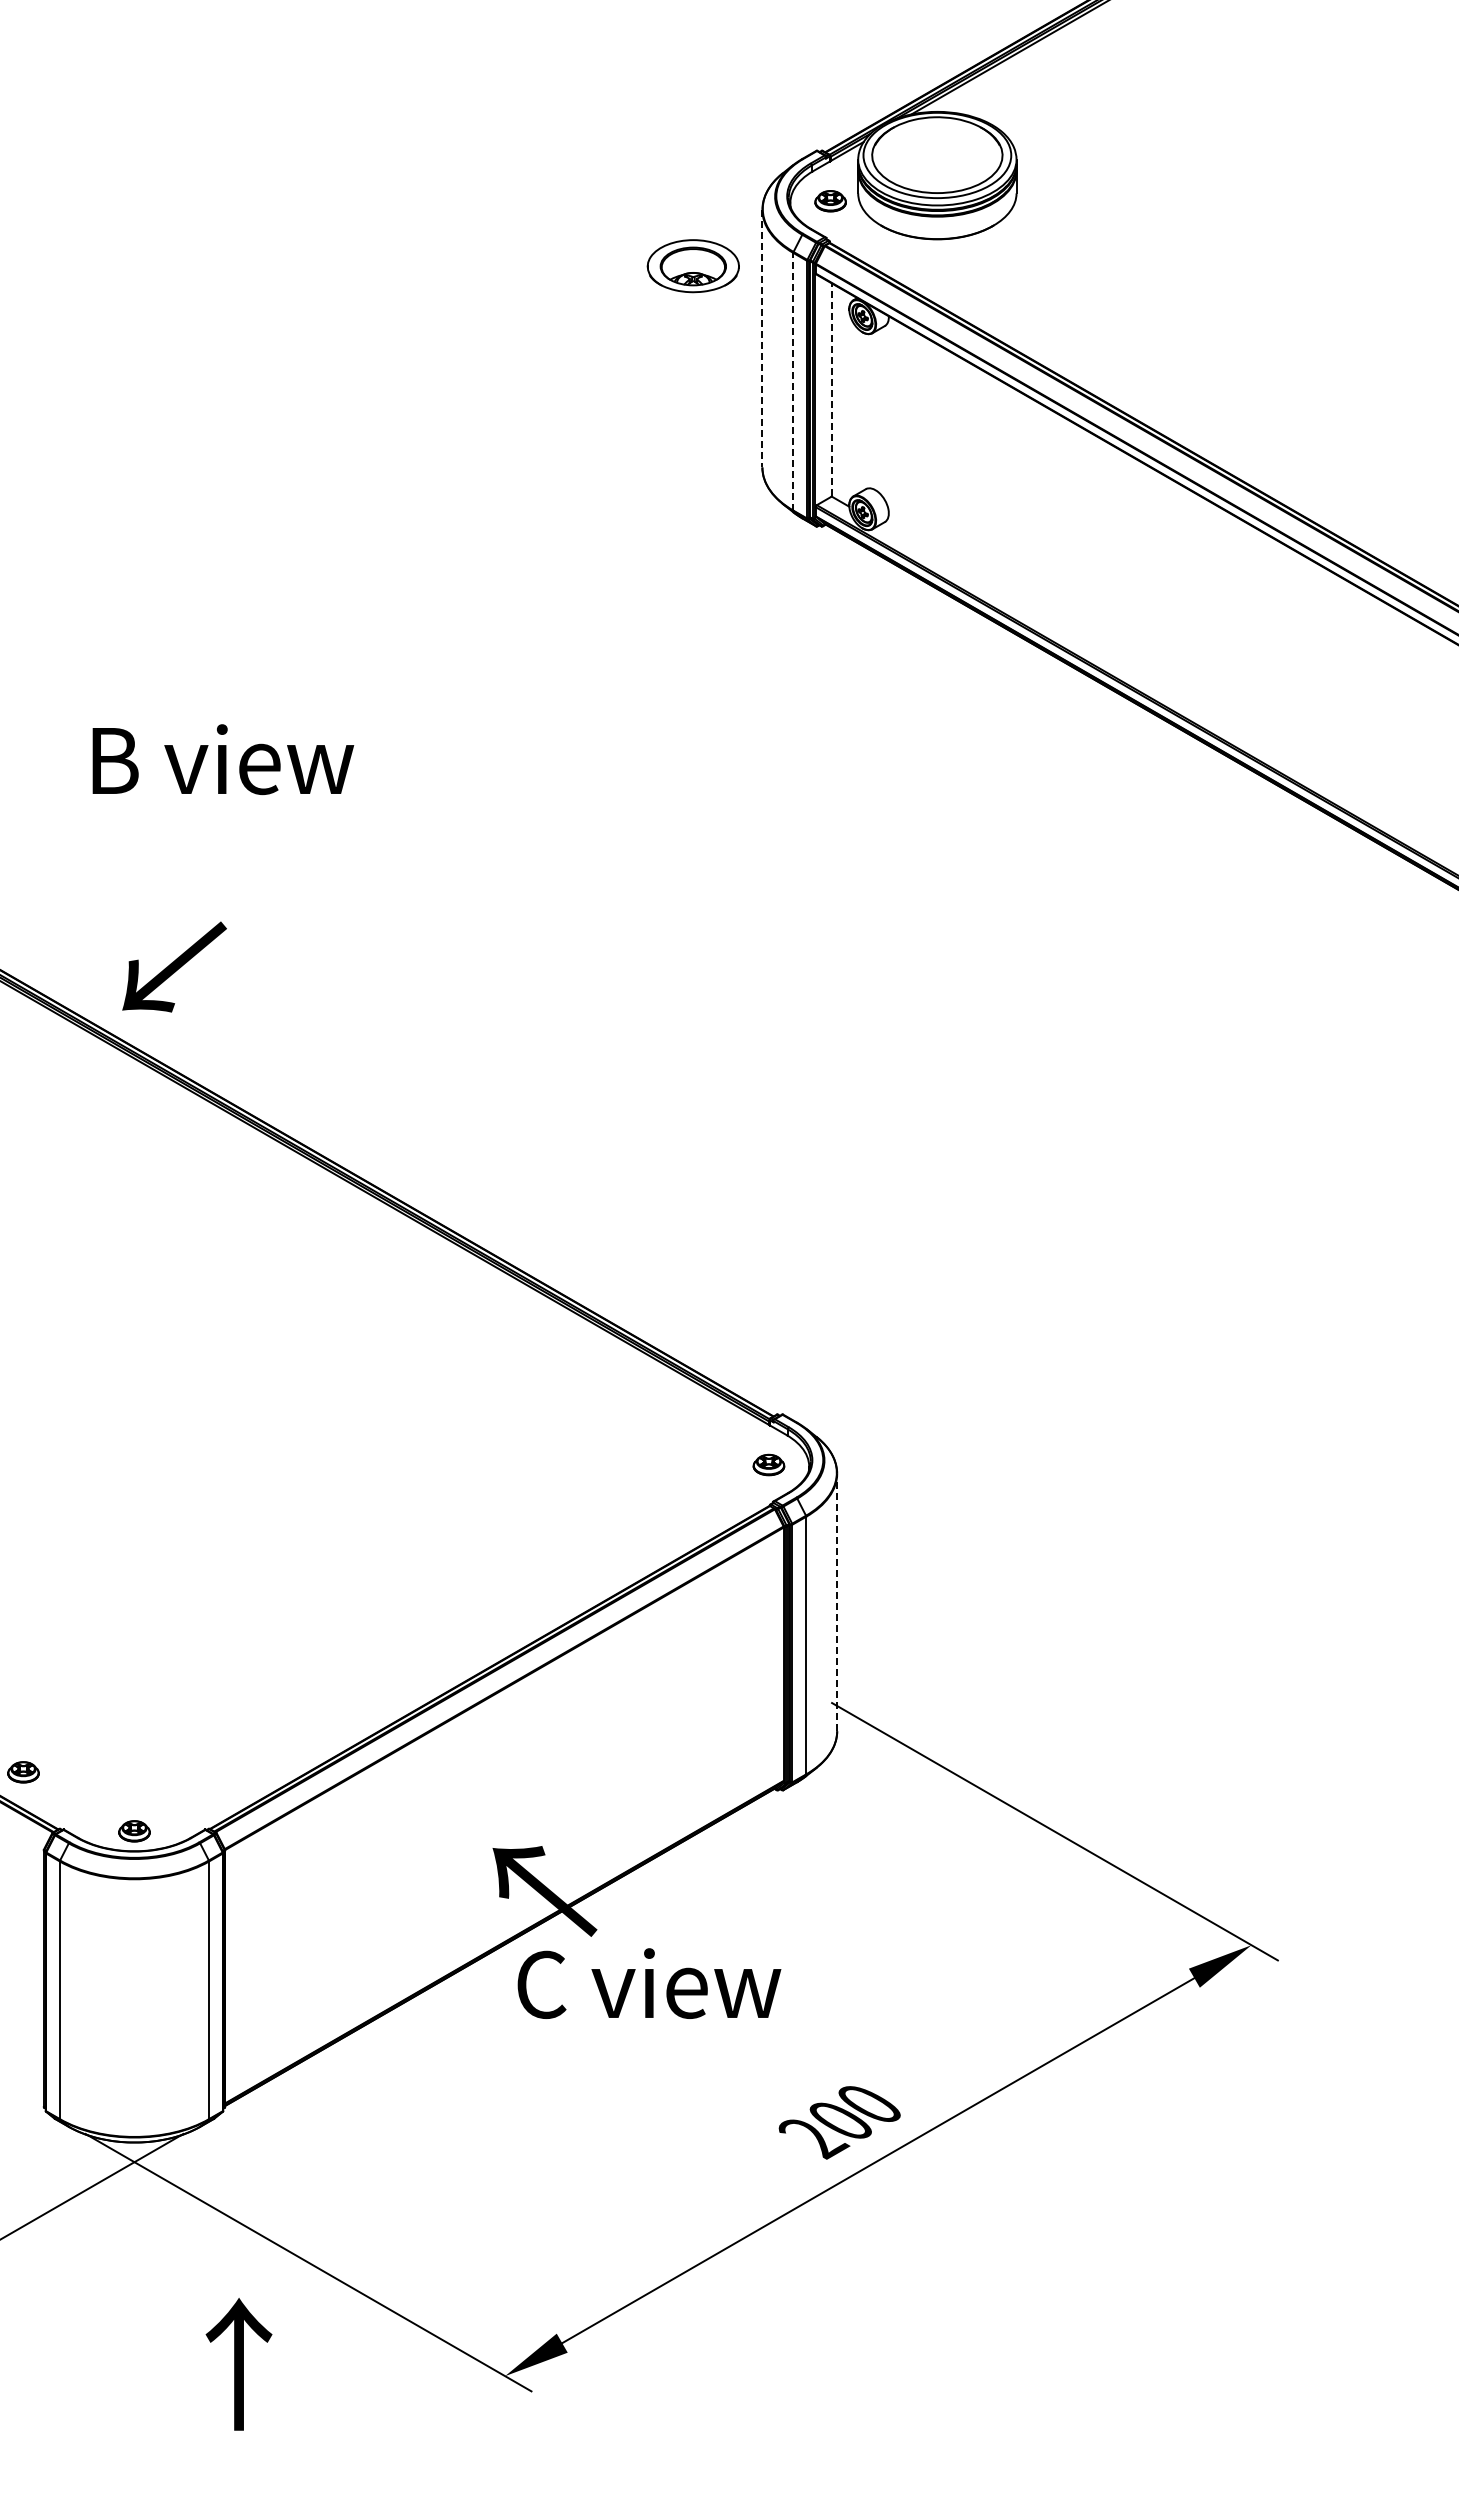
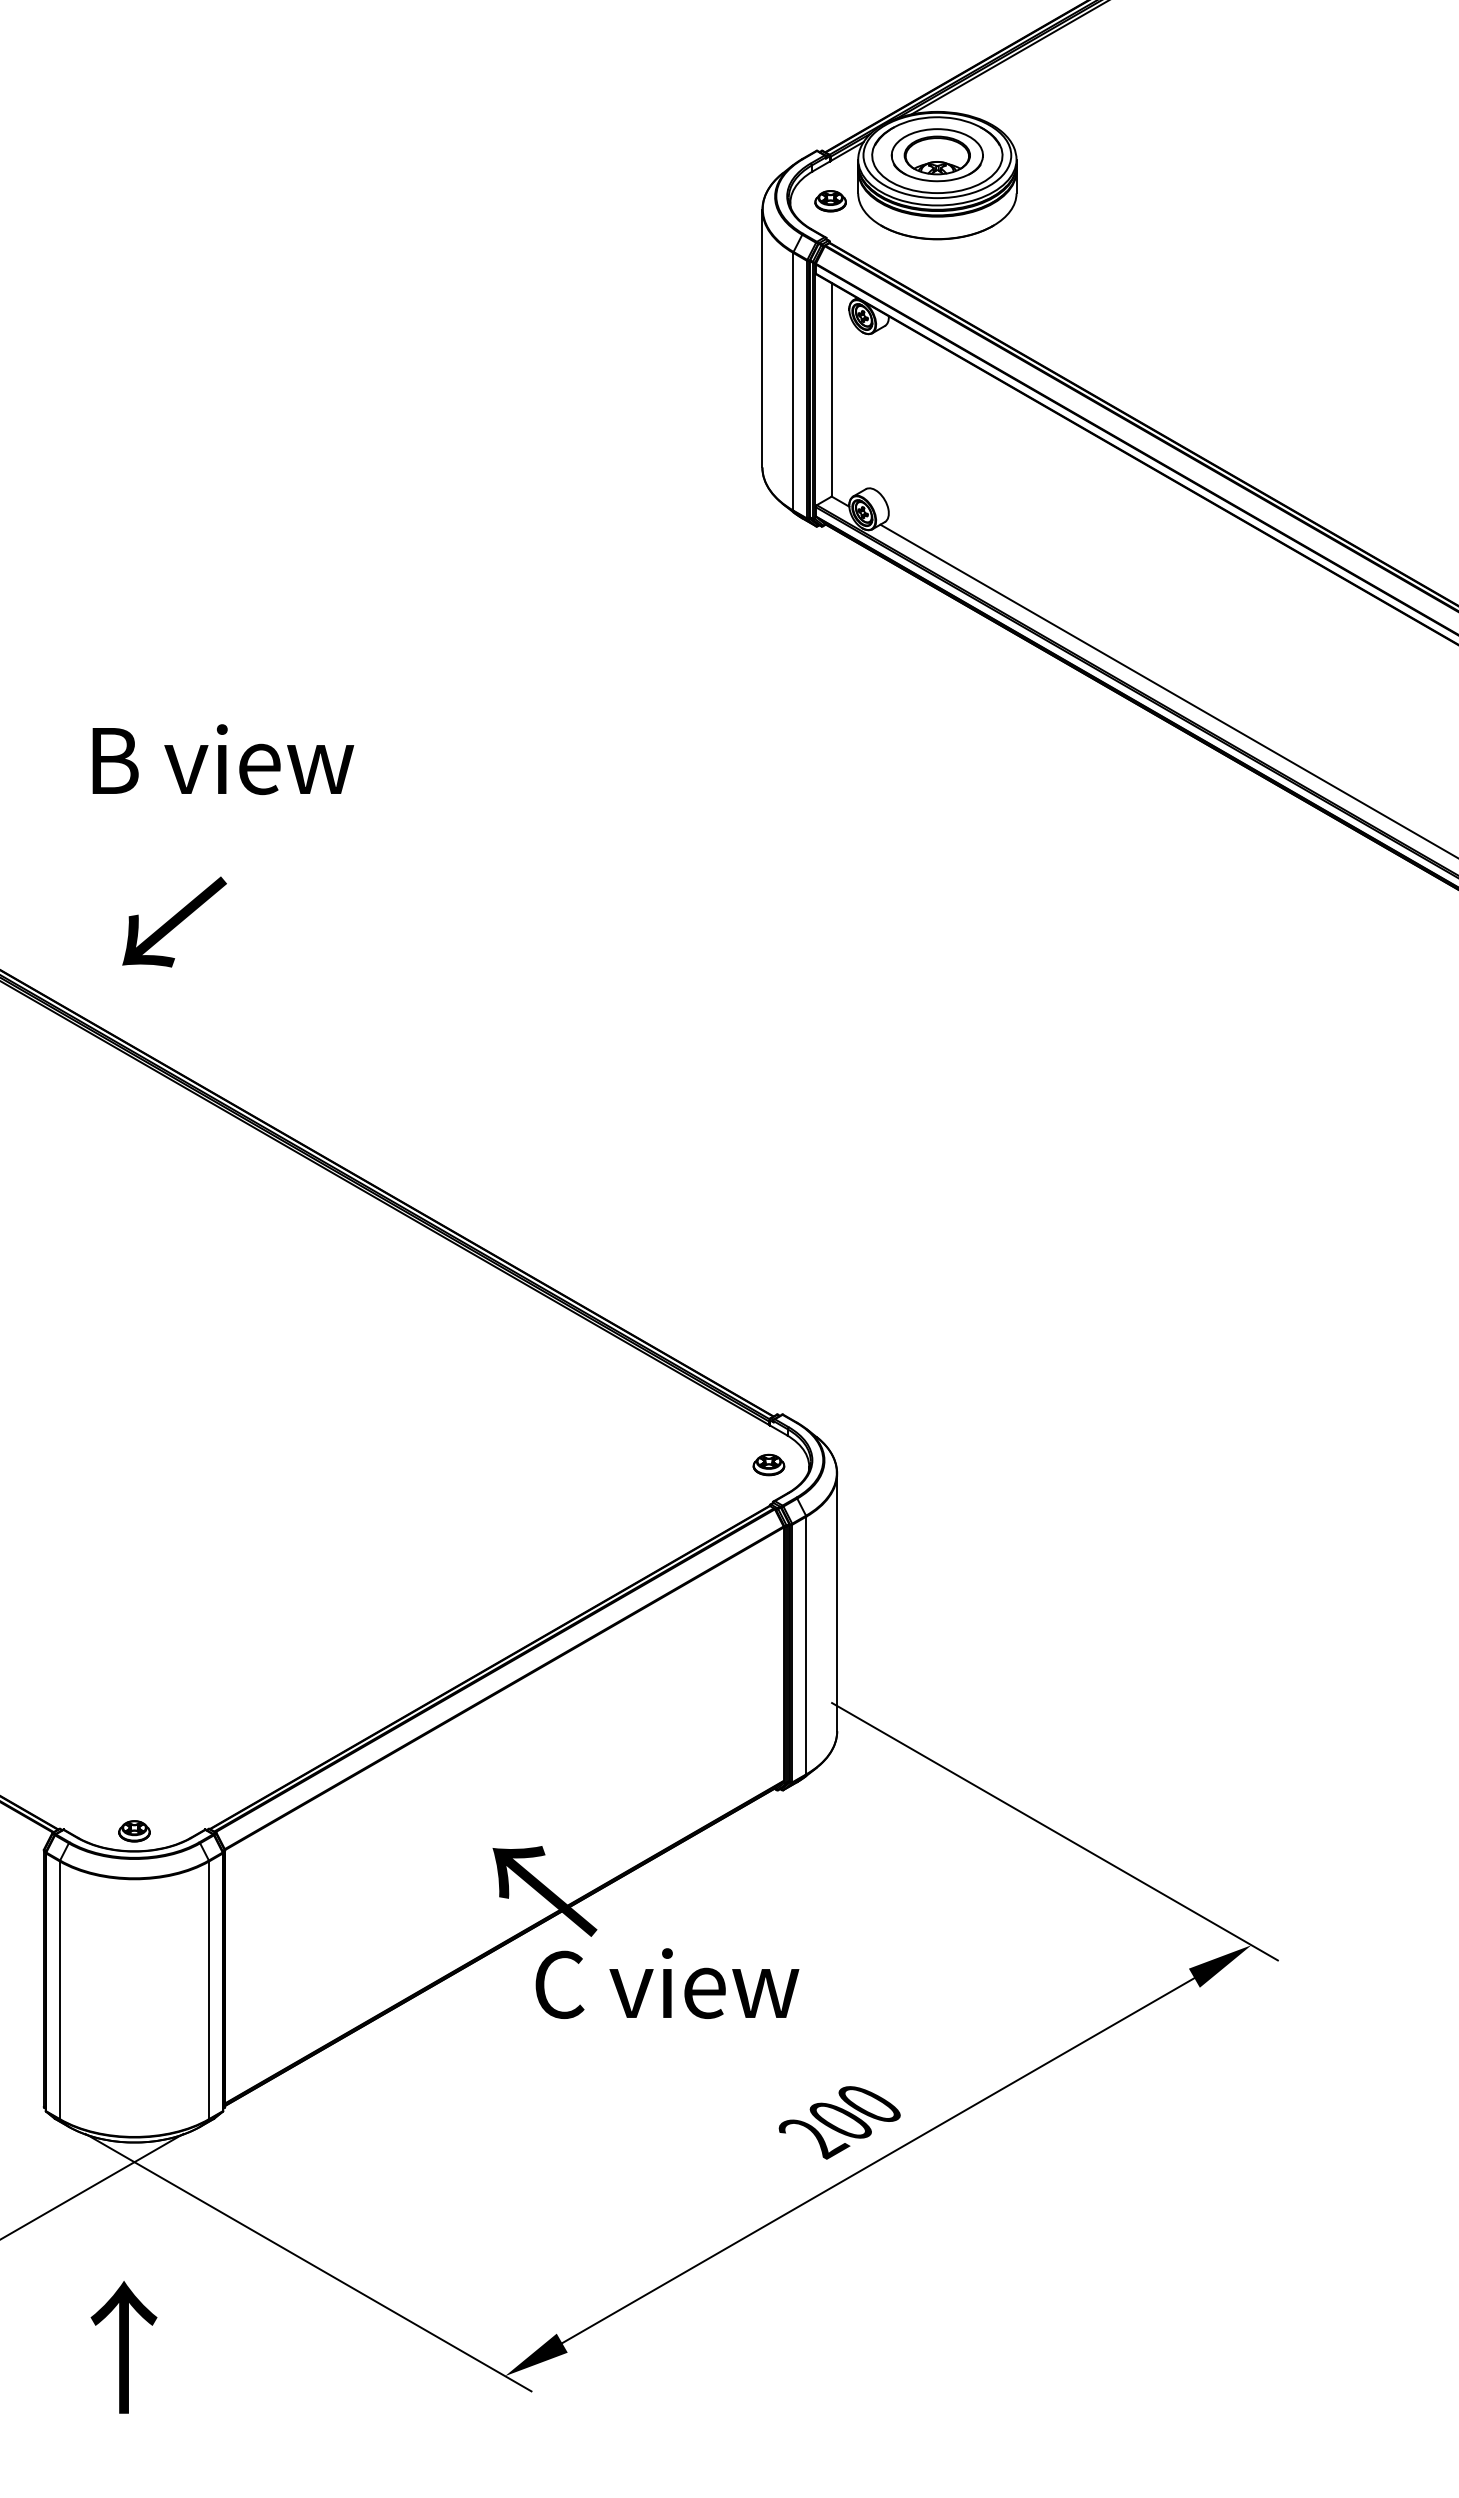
part at (692, 266) position: (692, 266) -> (936, 155)
line at (762, 338): dashed -> solid
line at (793, 381): dashed -> solid
line at (831, 389): dashed -> solid
line at (1167, 690): none -> present
text at (174, 966) position: (174, 966) -> (174, 921)
line at (837, 1602): dashed -> solid
part at (23, 1772): present -> none
text at (649, 1983) position: (649, 1983) -> (667, 1983)
text at (238, 2364) position: (238, 2364) -> (123, 2347)
